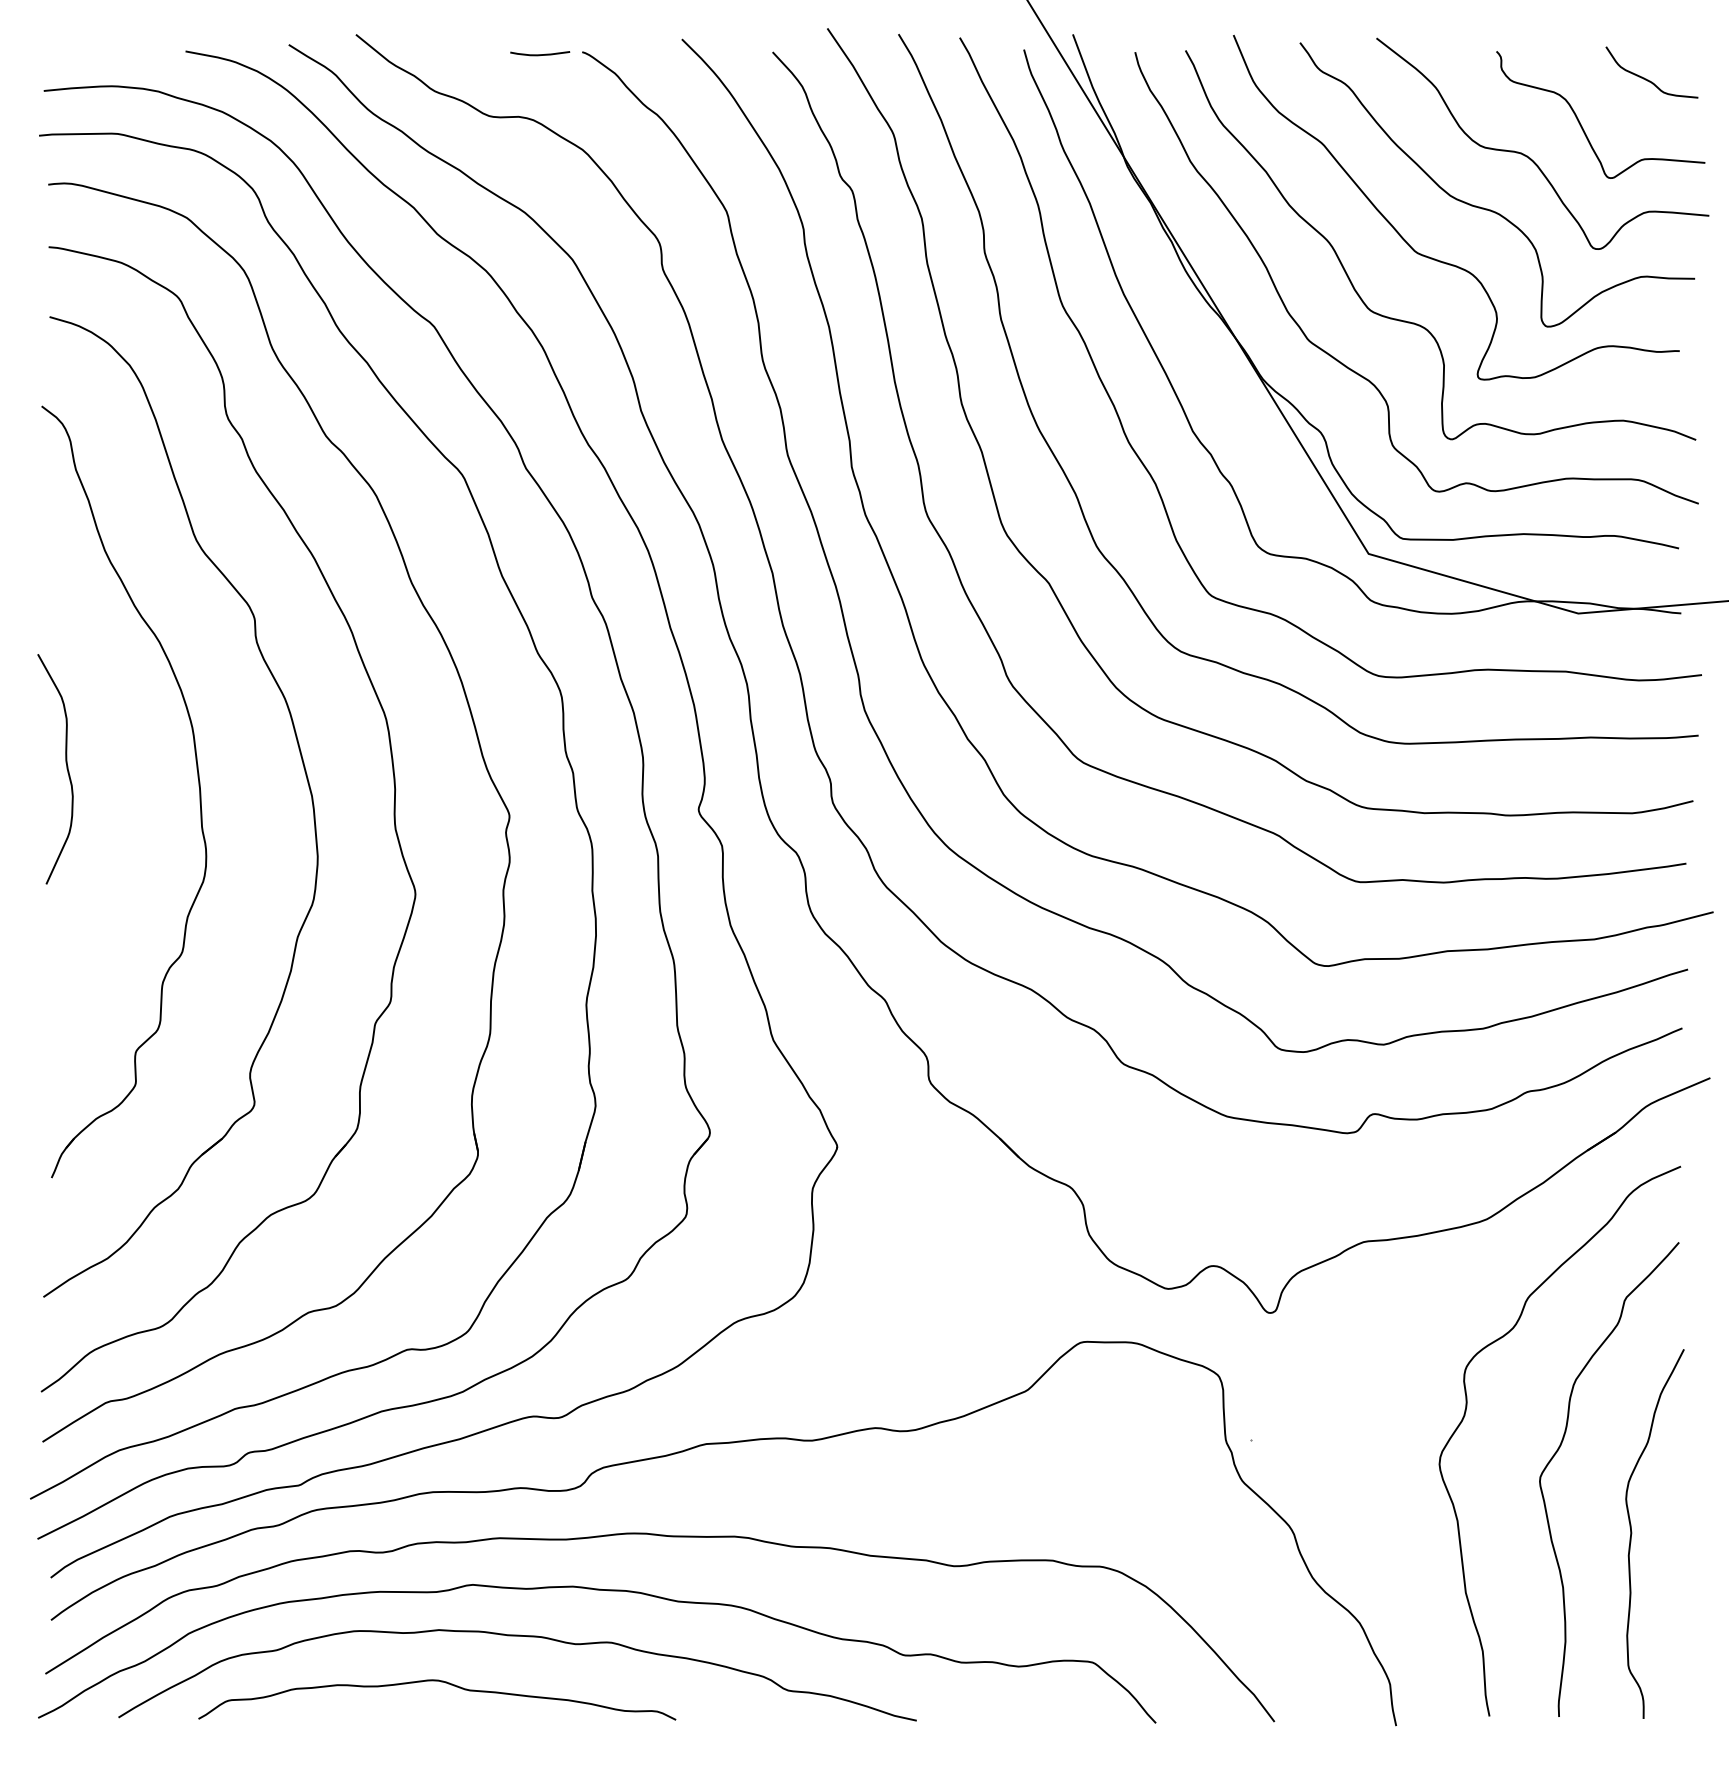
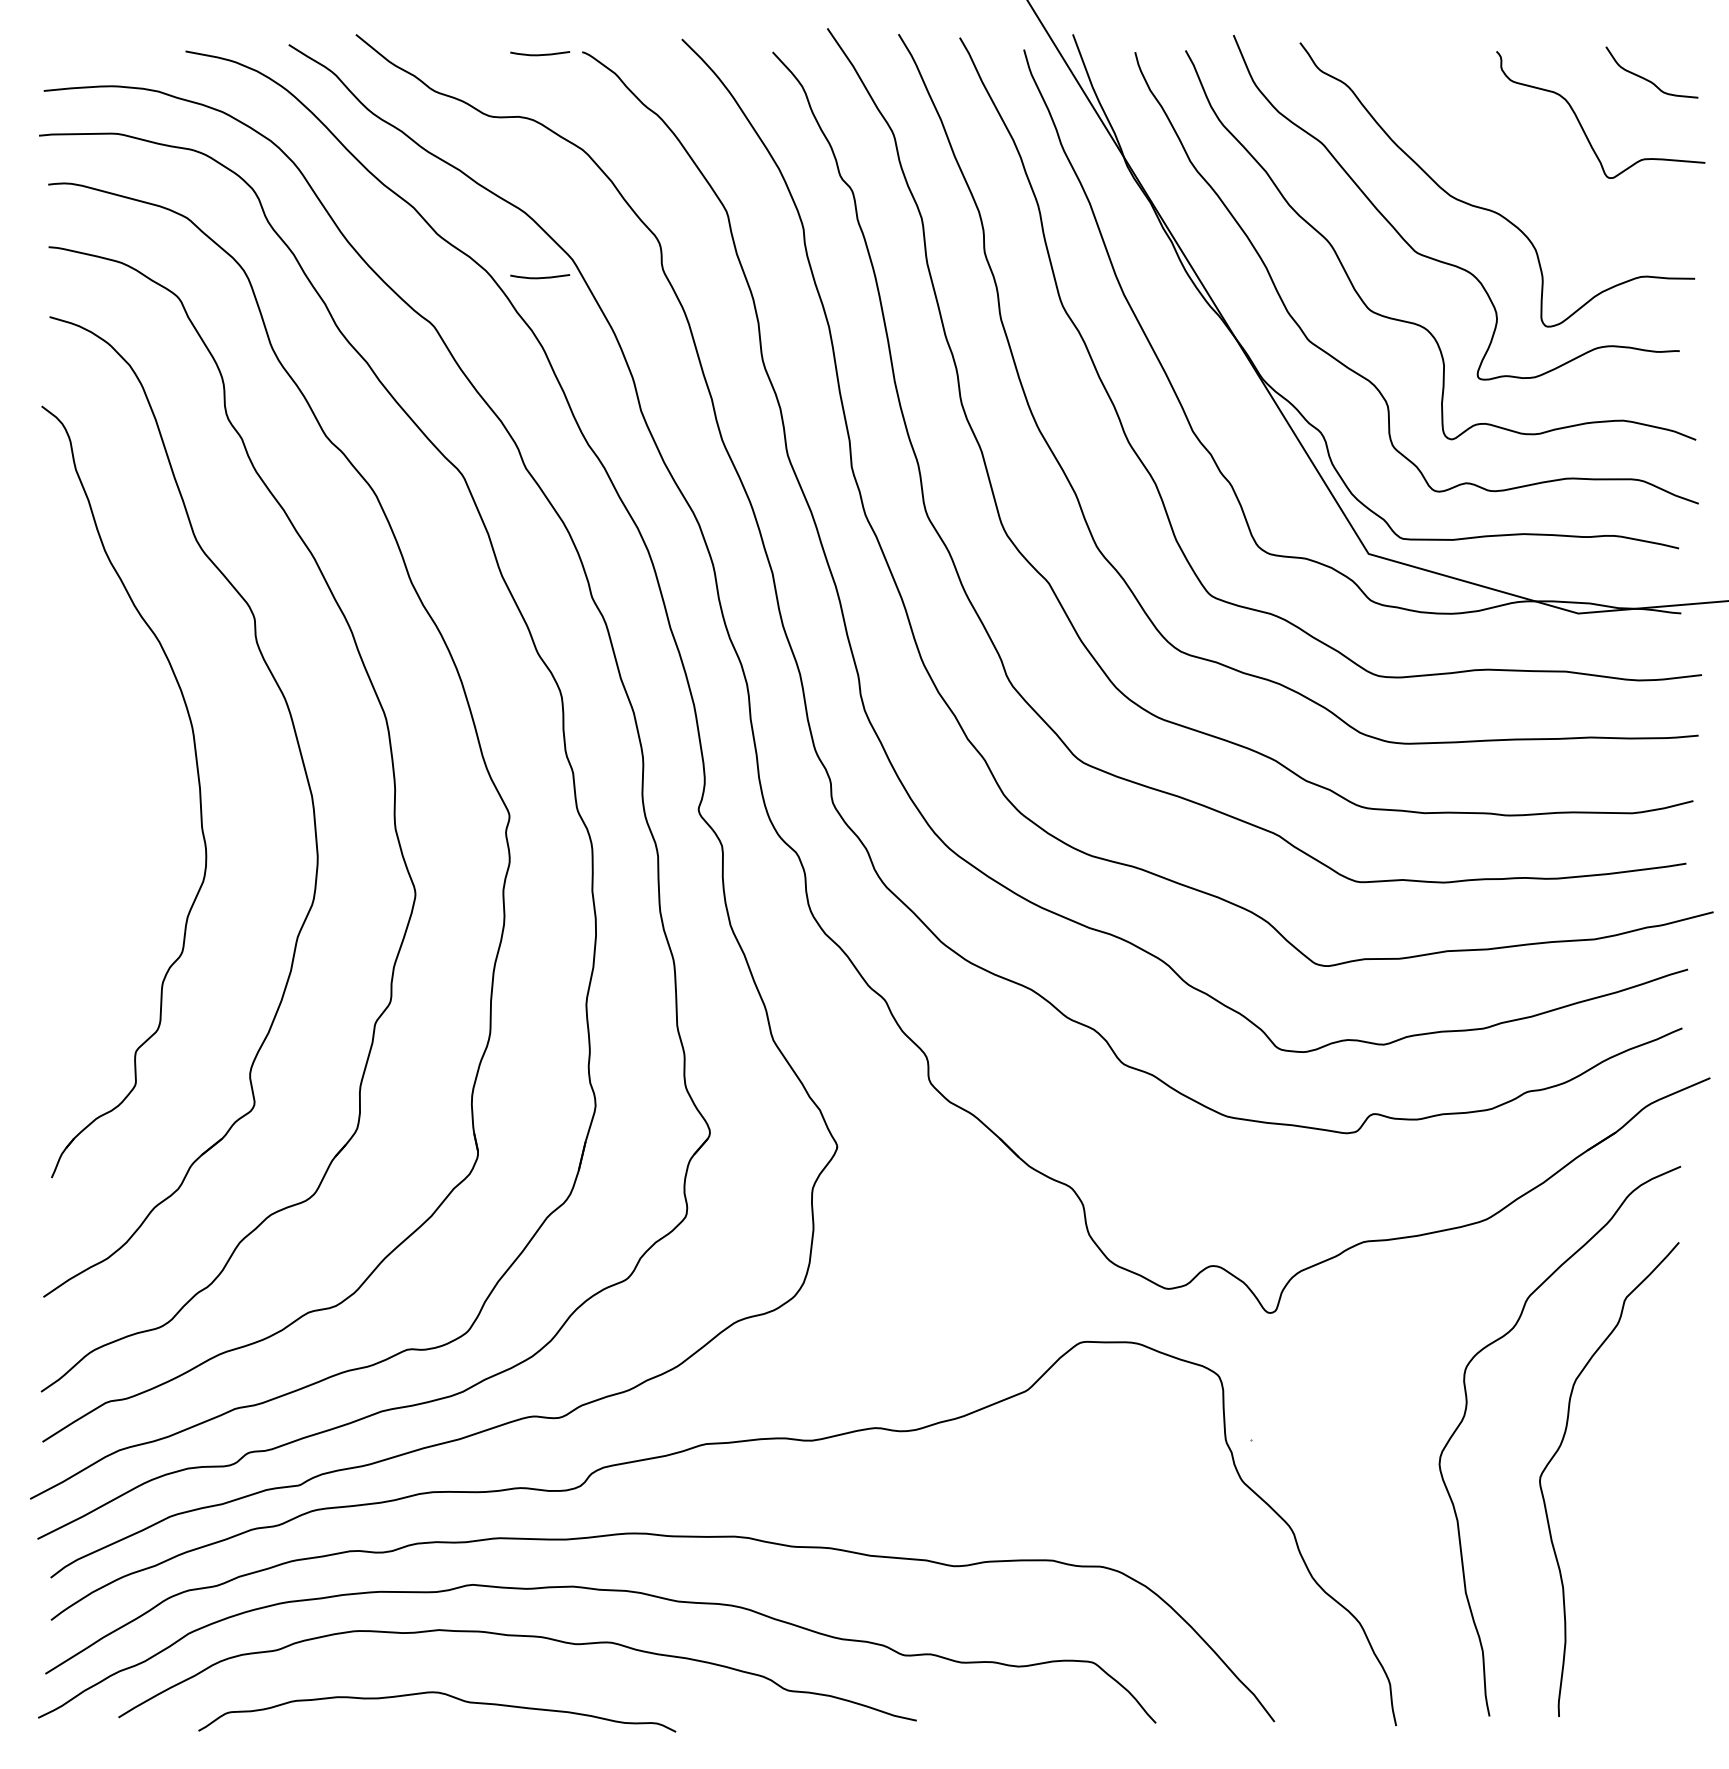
curve at (1530, 157): present -> none
curve at (540, 277): none -> present
curve at (66, 769): present -> none
curve at (1632, 1533): present -> none
curve at (441, 1682) position: (441, 1682) -> (441, 1694)
